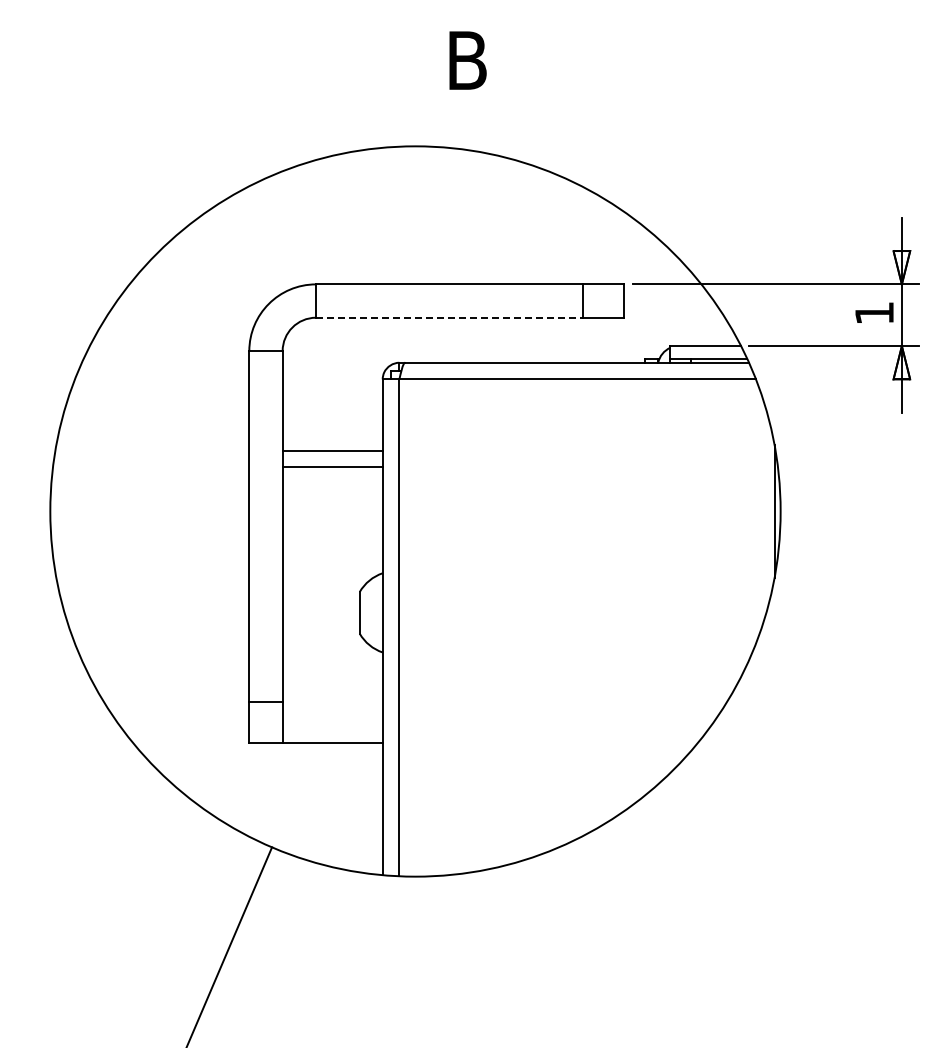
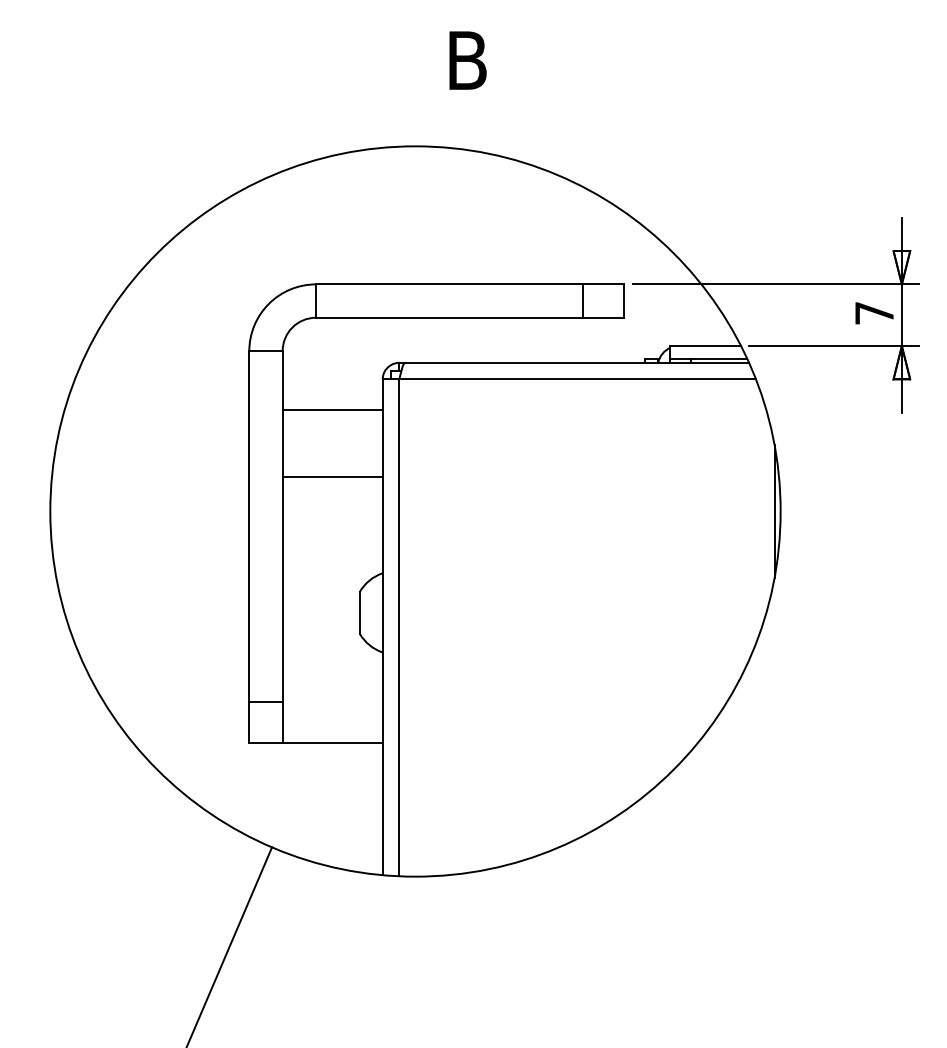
text at (874, 313): 1 -> 7
line at (449, 317): dashed -> solid
line at (332, 450) position: (332, 450) -> (332, 409)
line at (332, 466) position: (332, 466) -> (332, 476)
